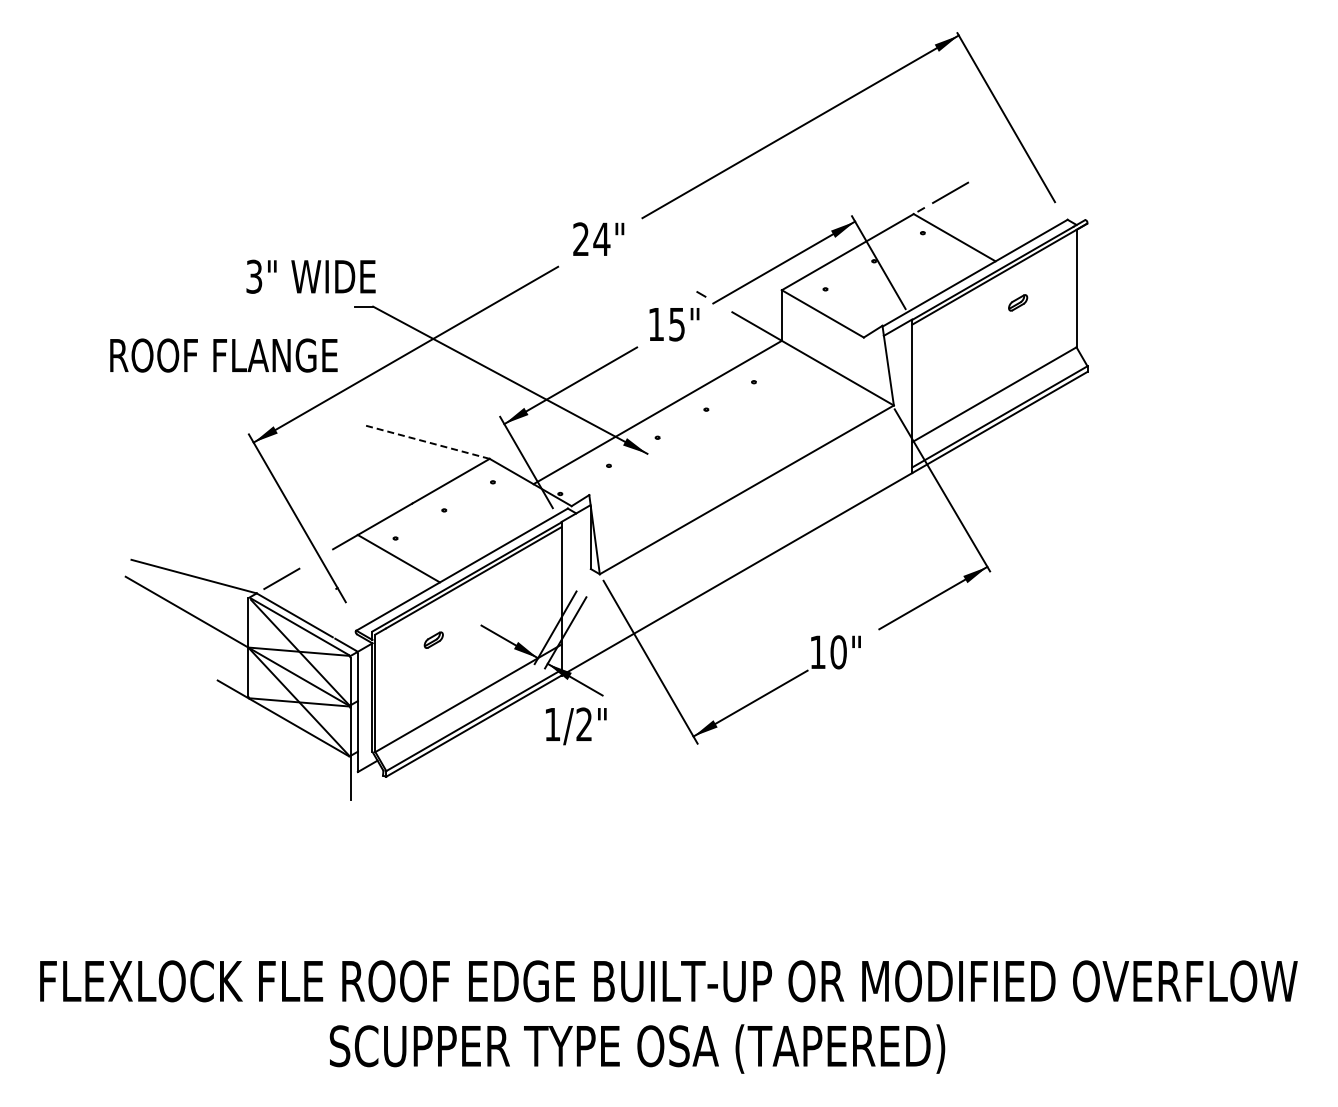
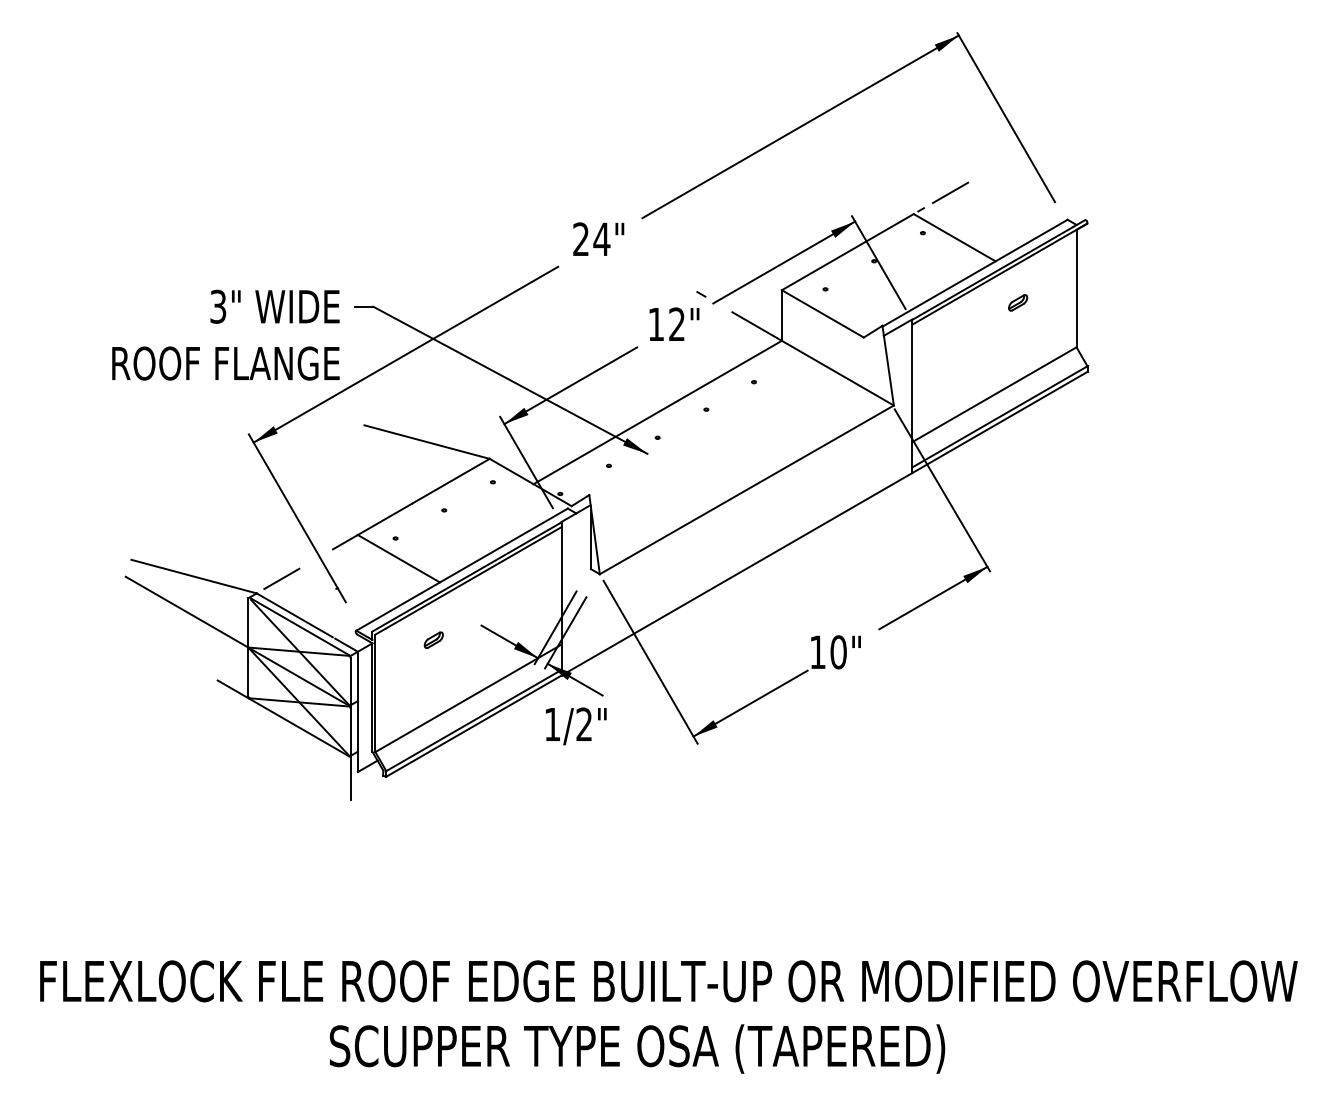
text at (310, 276) position: (310, 276) -> (274, 306)
text at (676, 324): 15" -> 12"
text at (223, 355) position: (223, 355) -> (225, 363)
line at (427, 442): dashed -> solid
